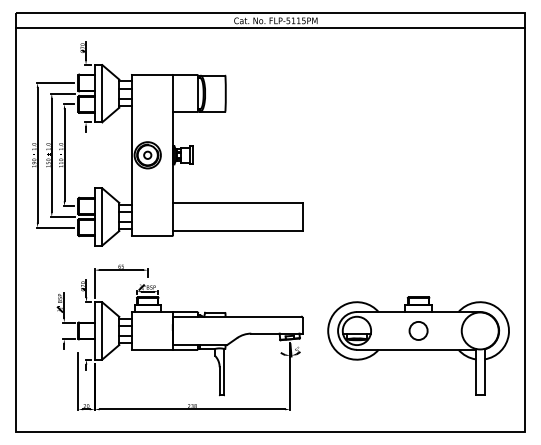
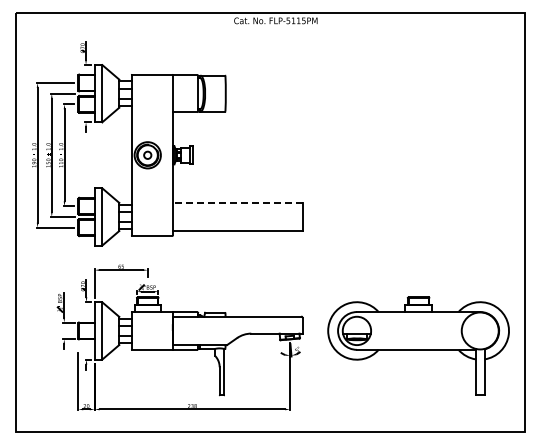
line at (270, 28): present -> none
line at (237, 202): solid -> dashed
circle at (418, 330): present -> none
